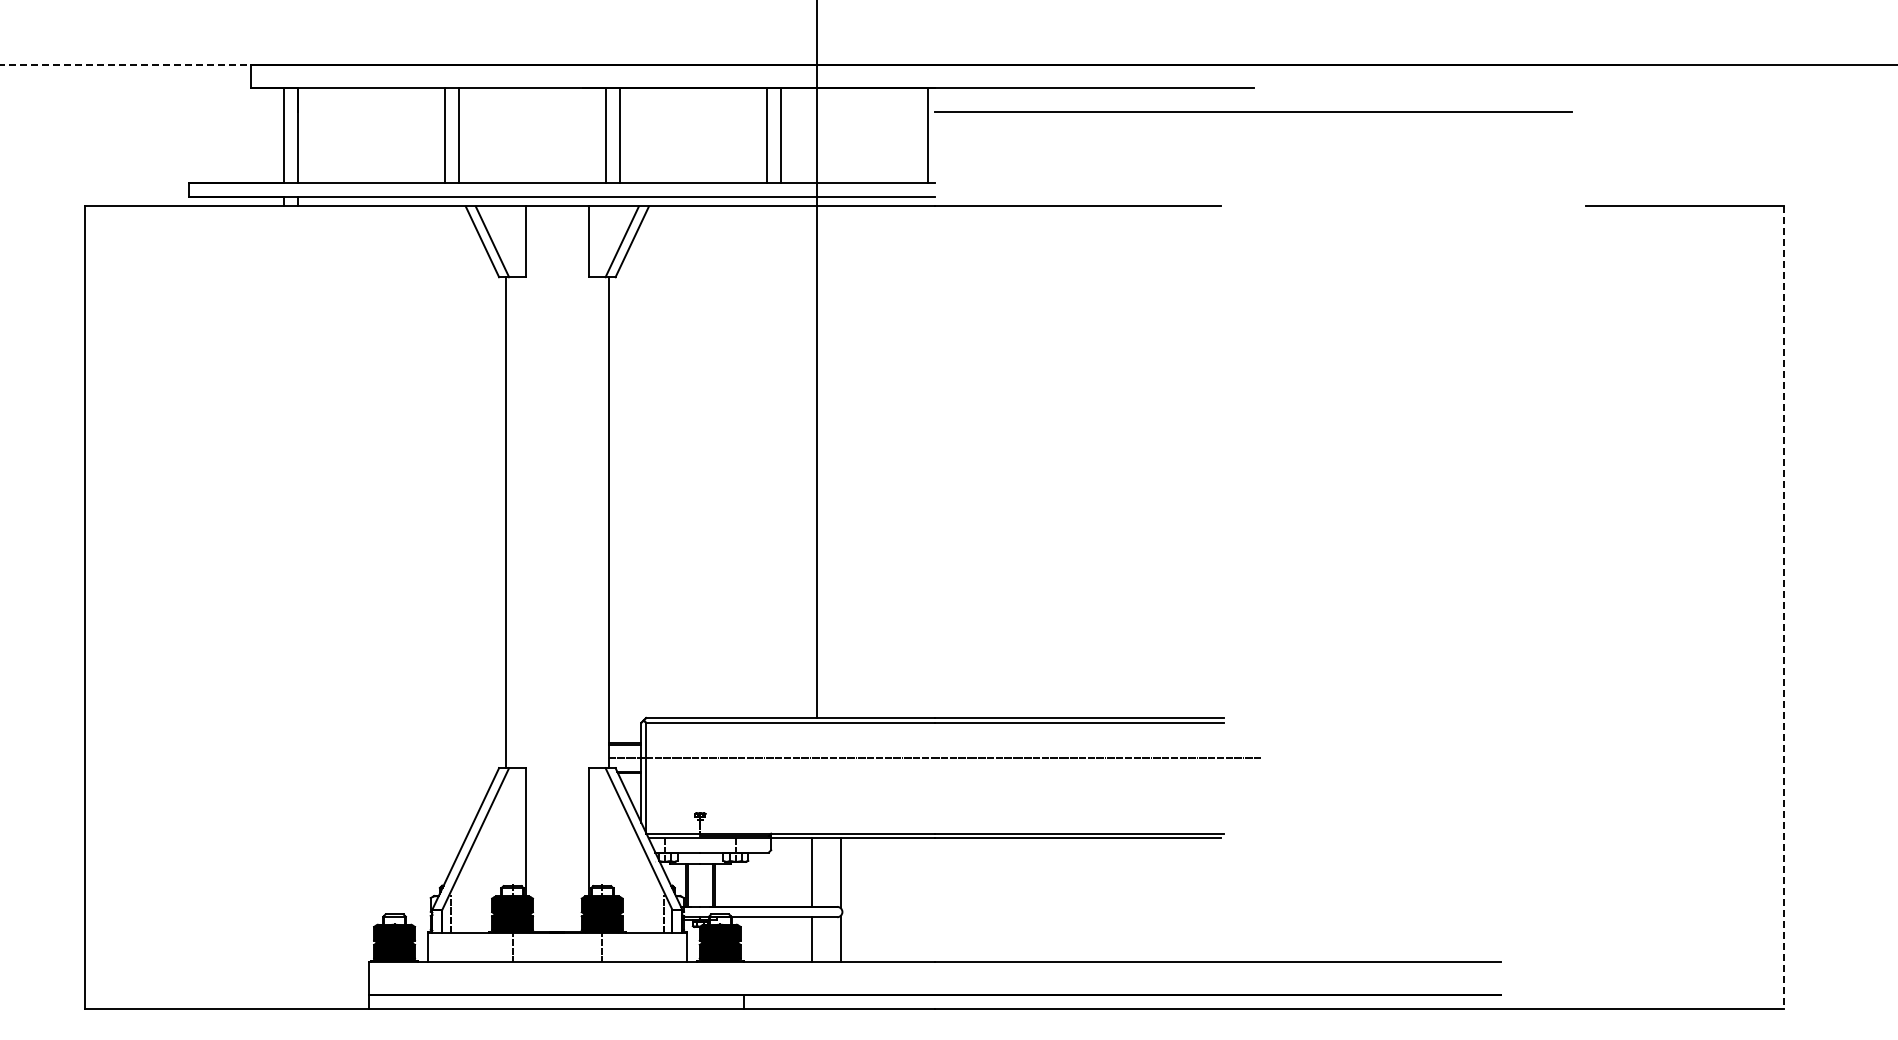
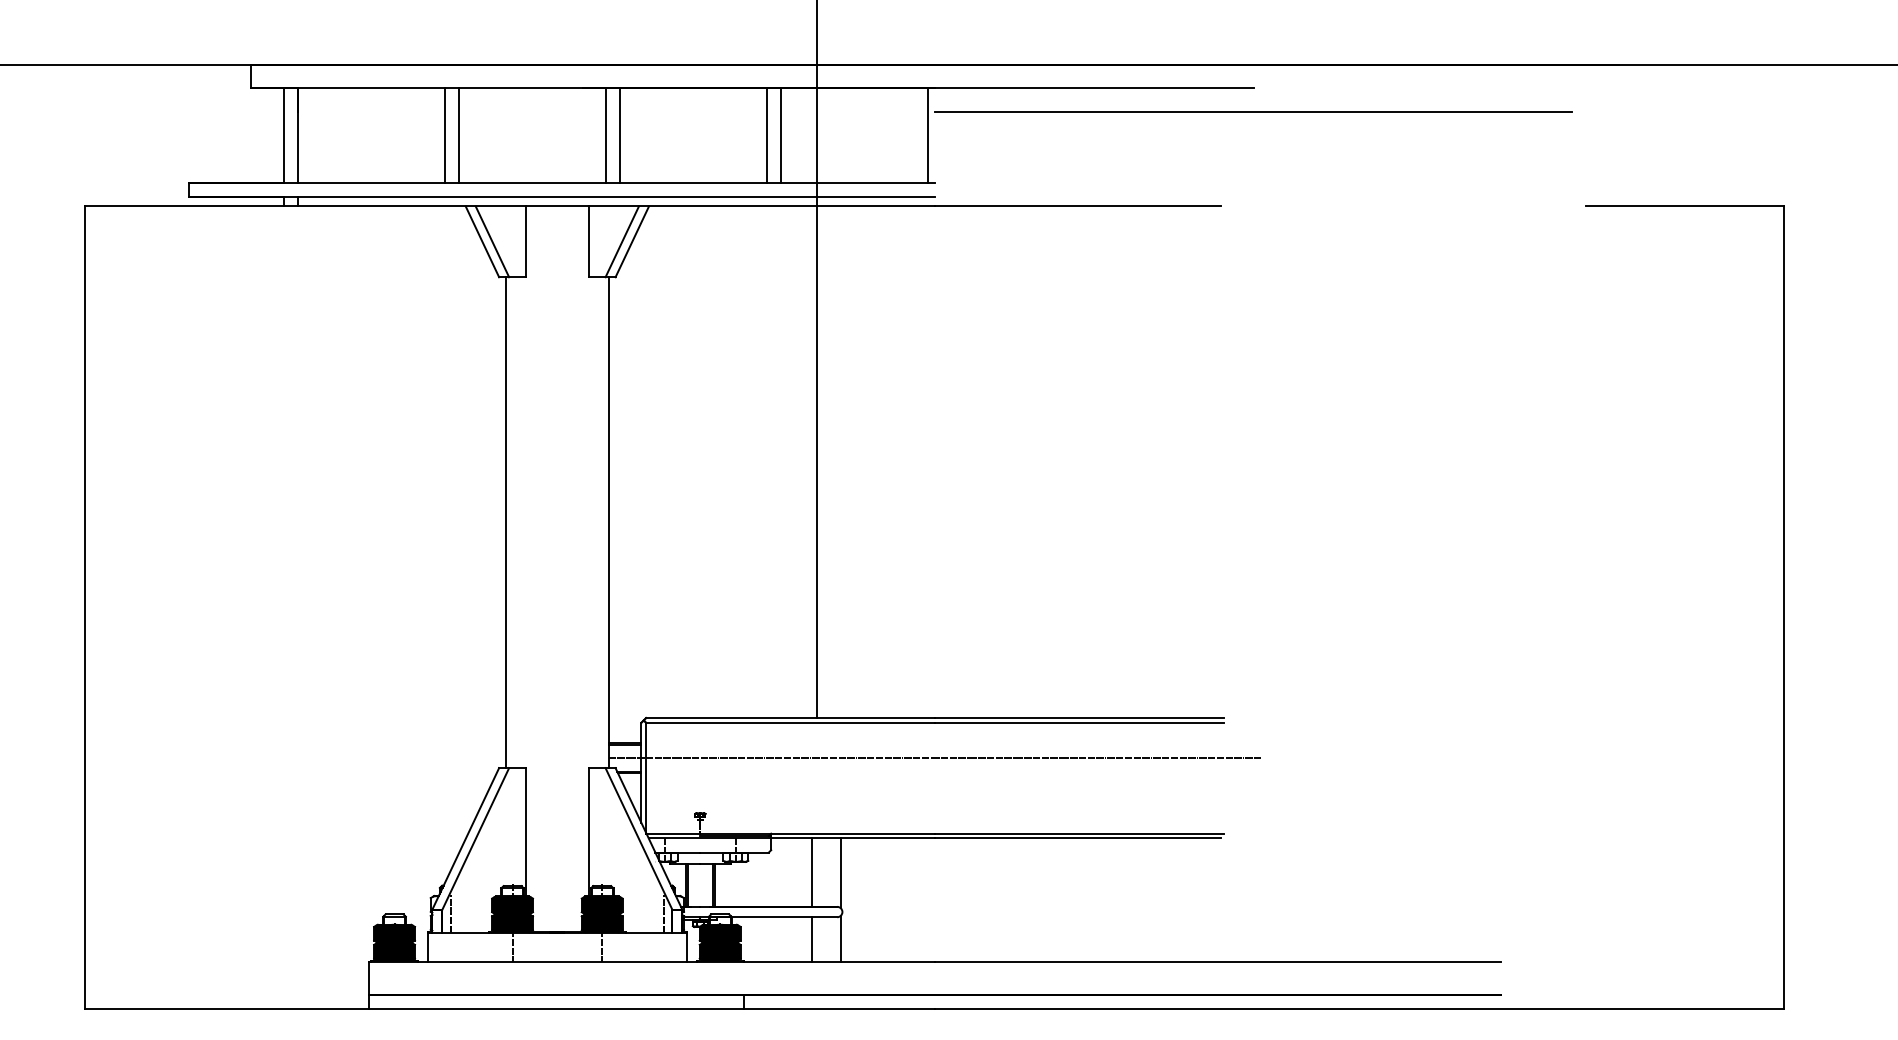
line at (125, 64): dashed -> solid
line at (1784, 608): dashed -> solid
